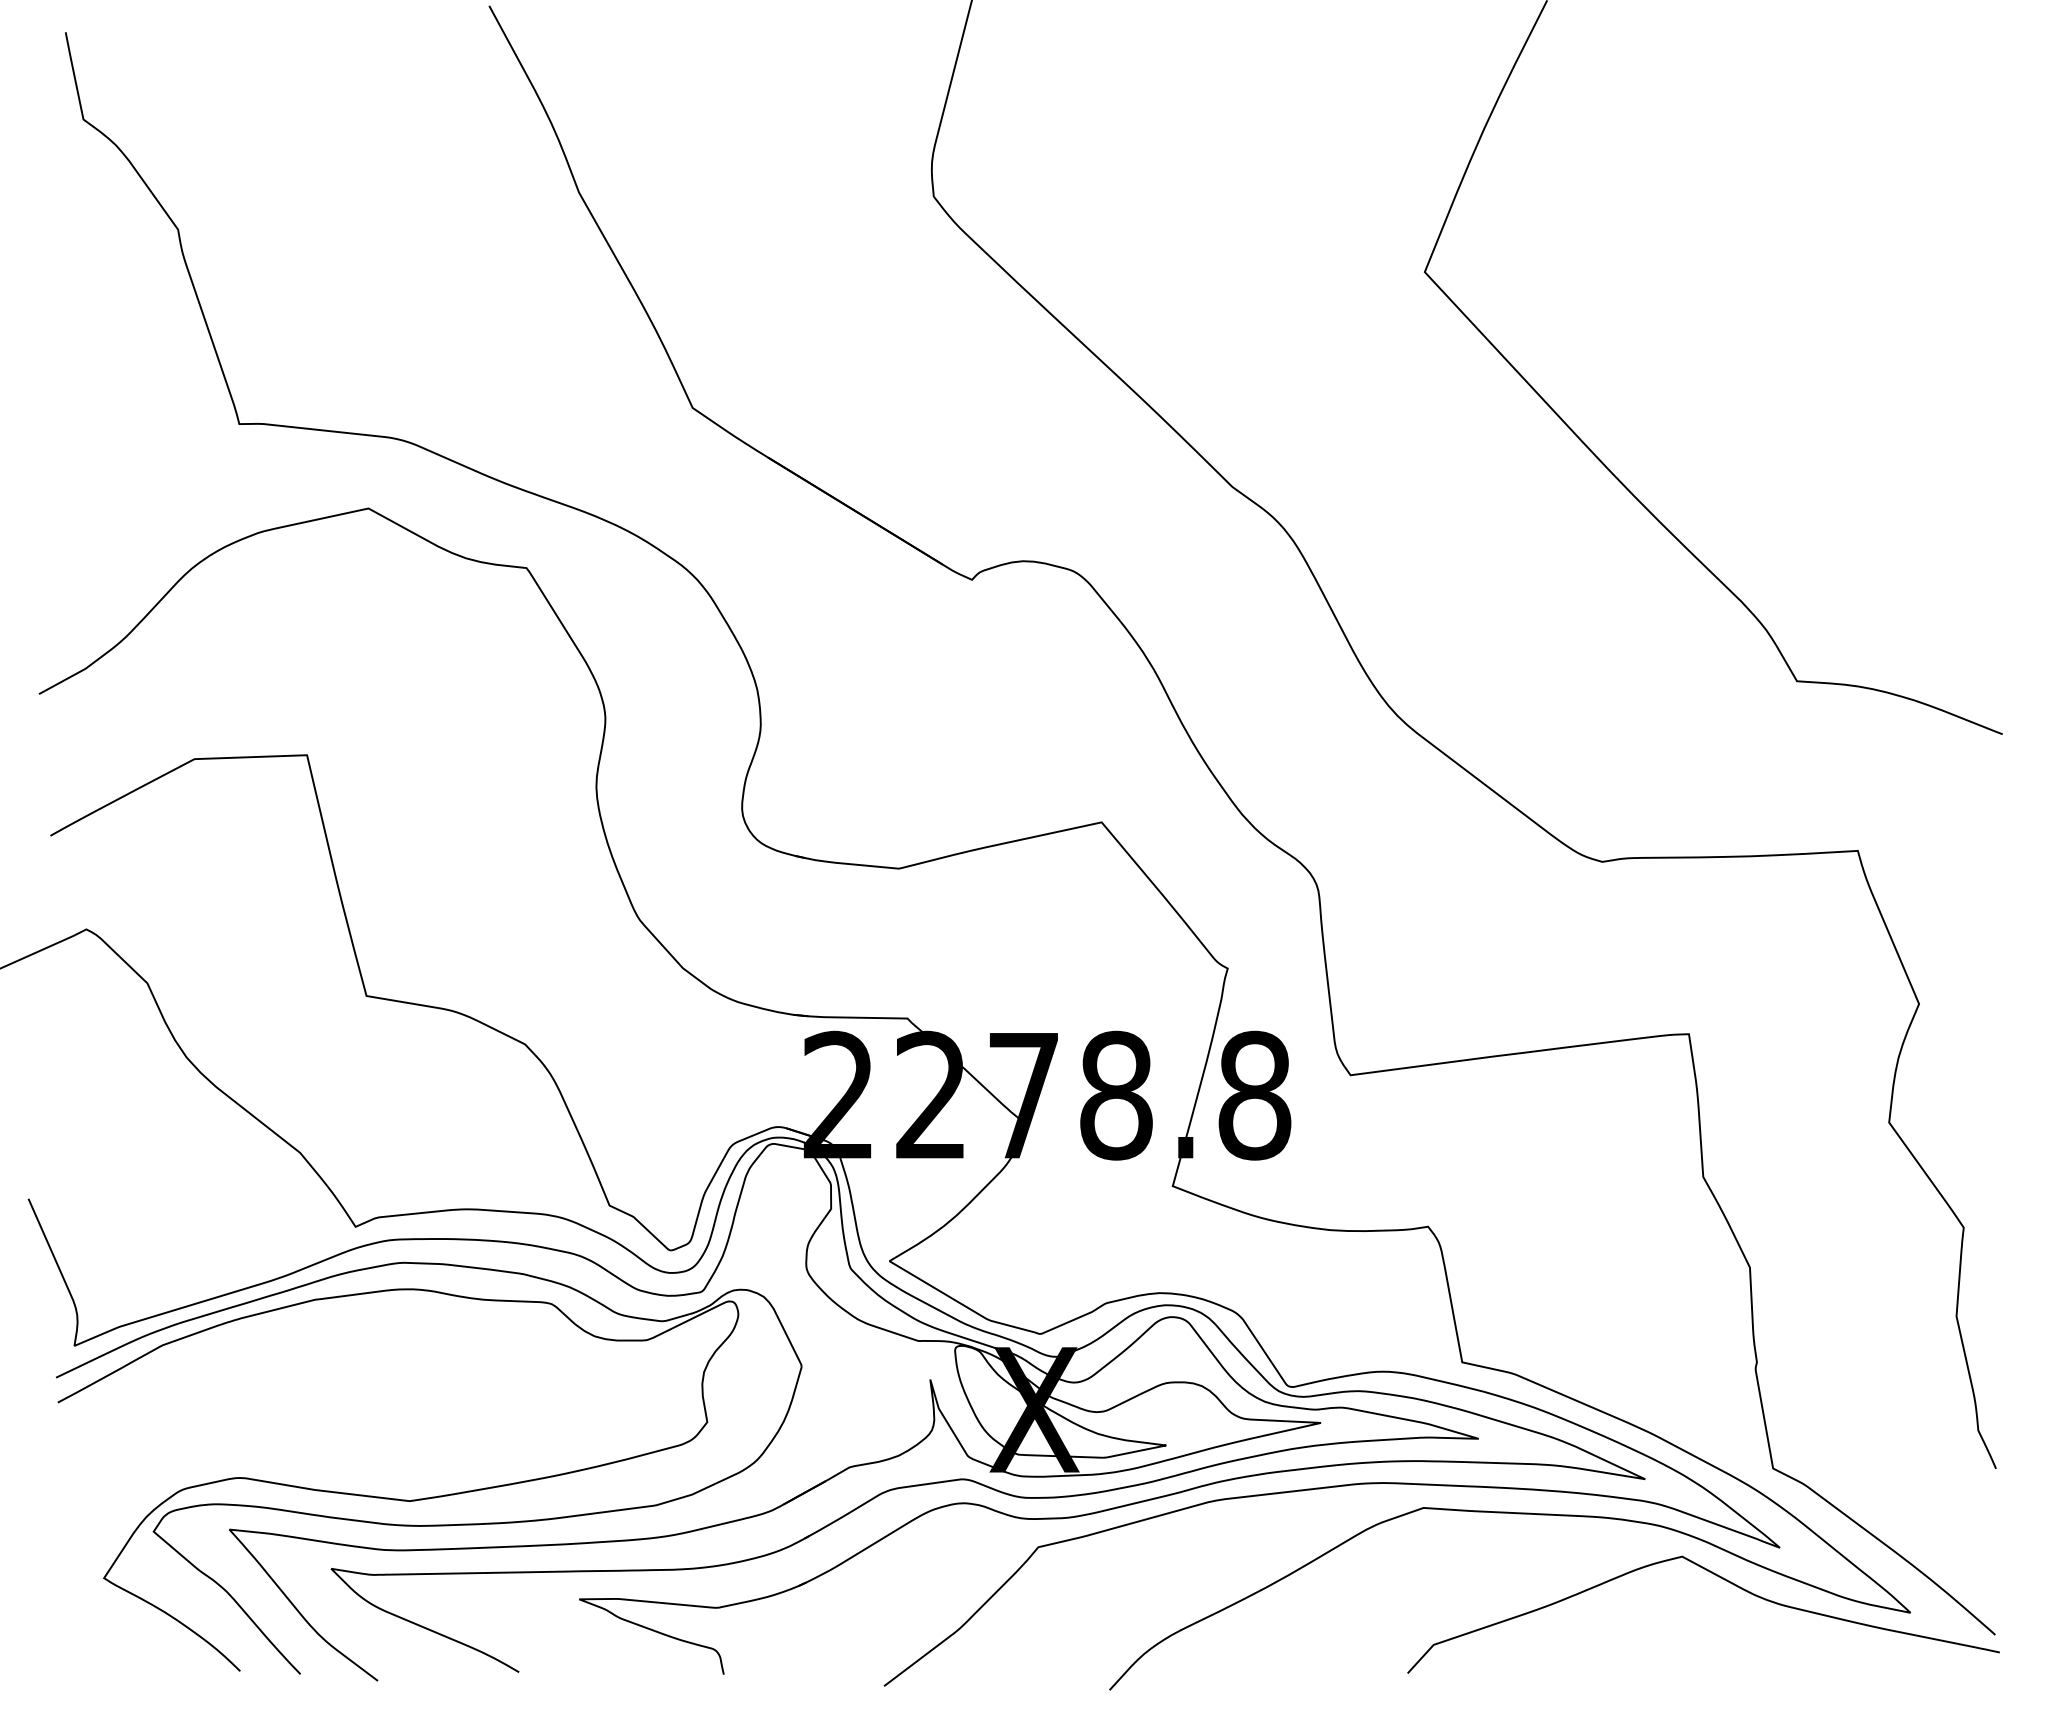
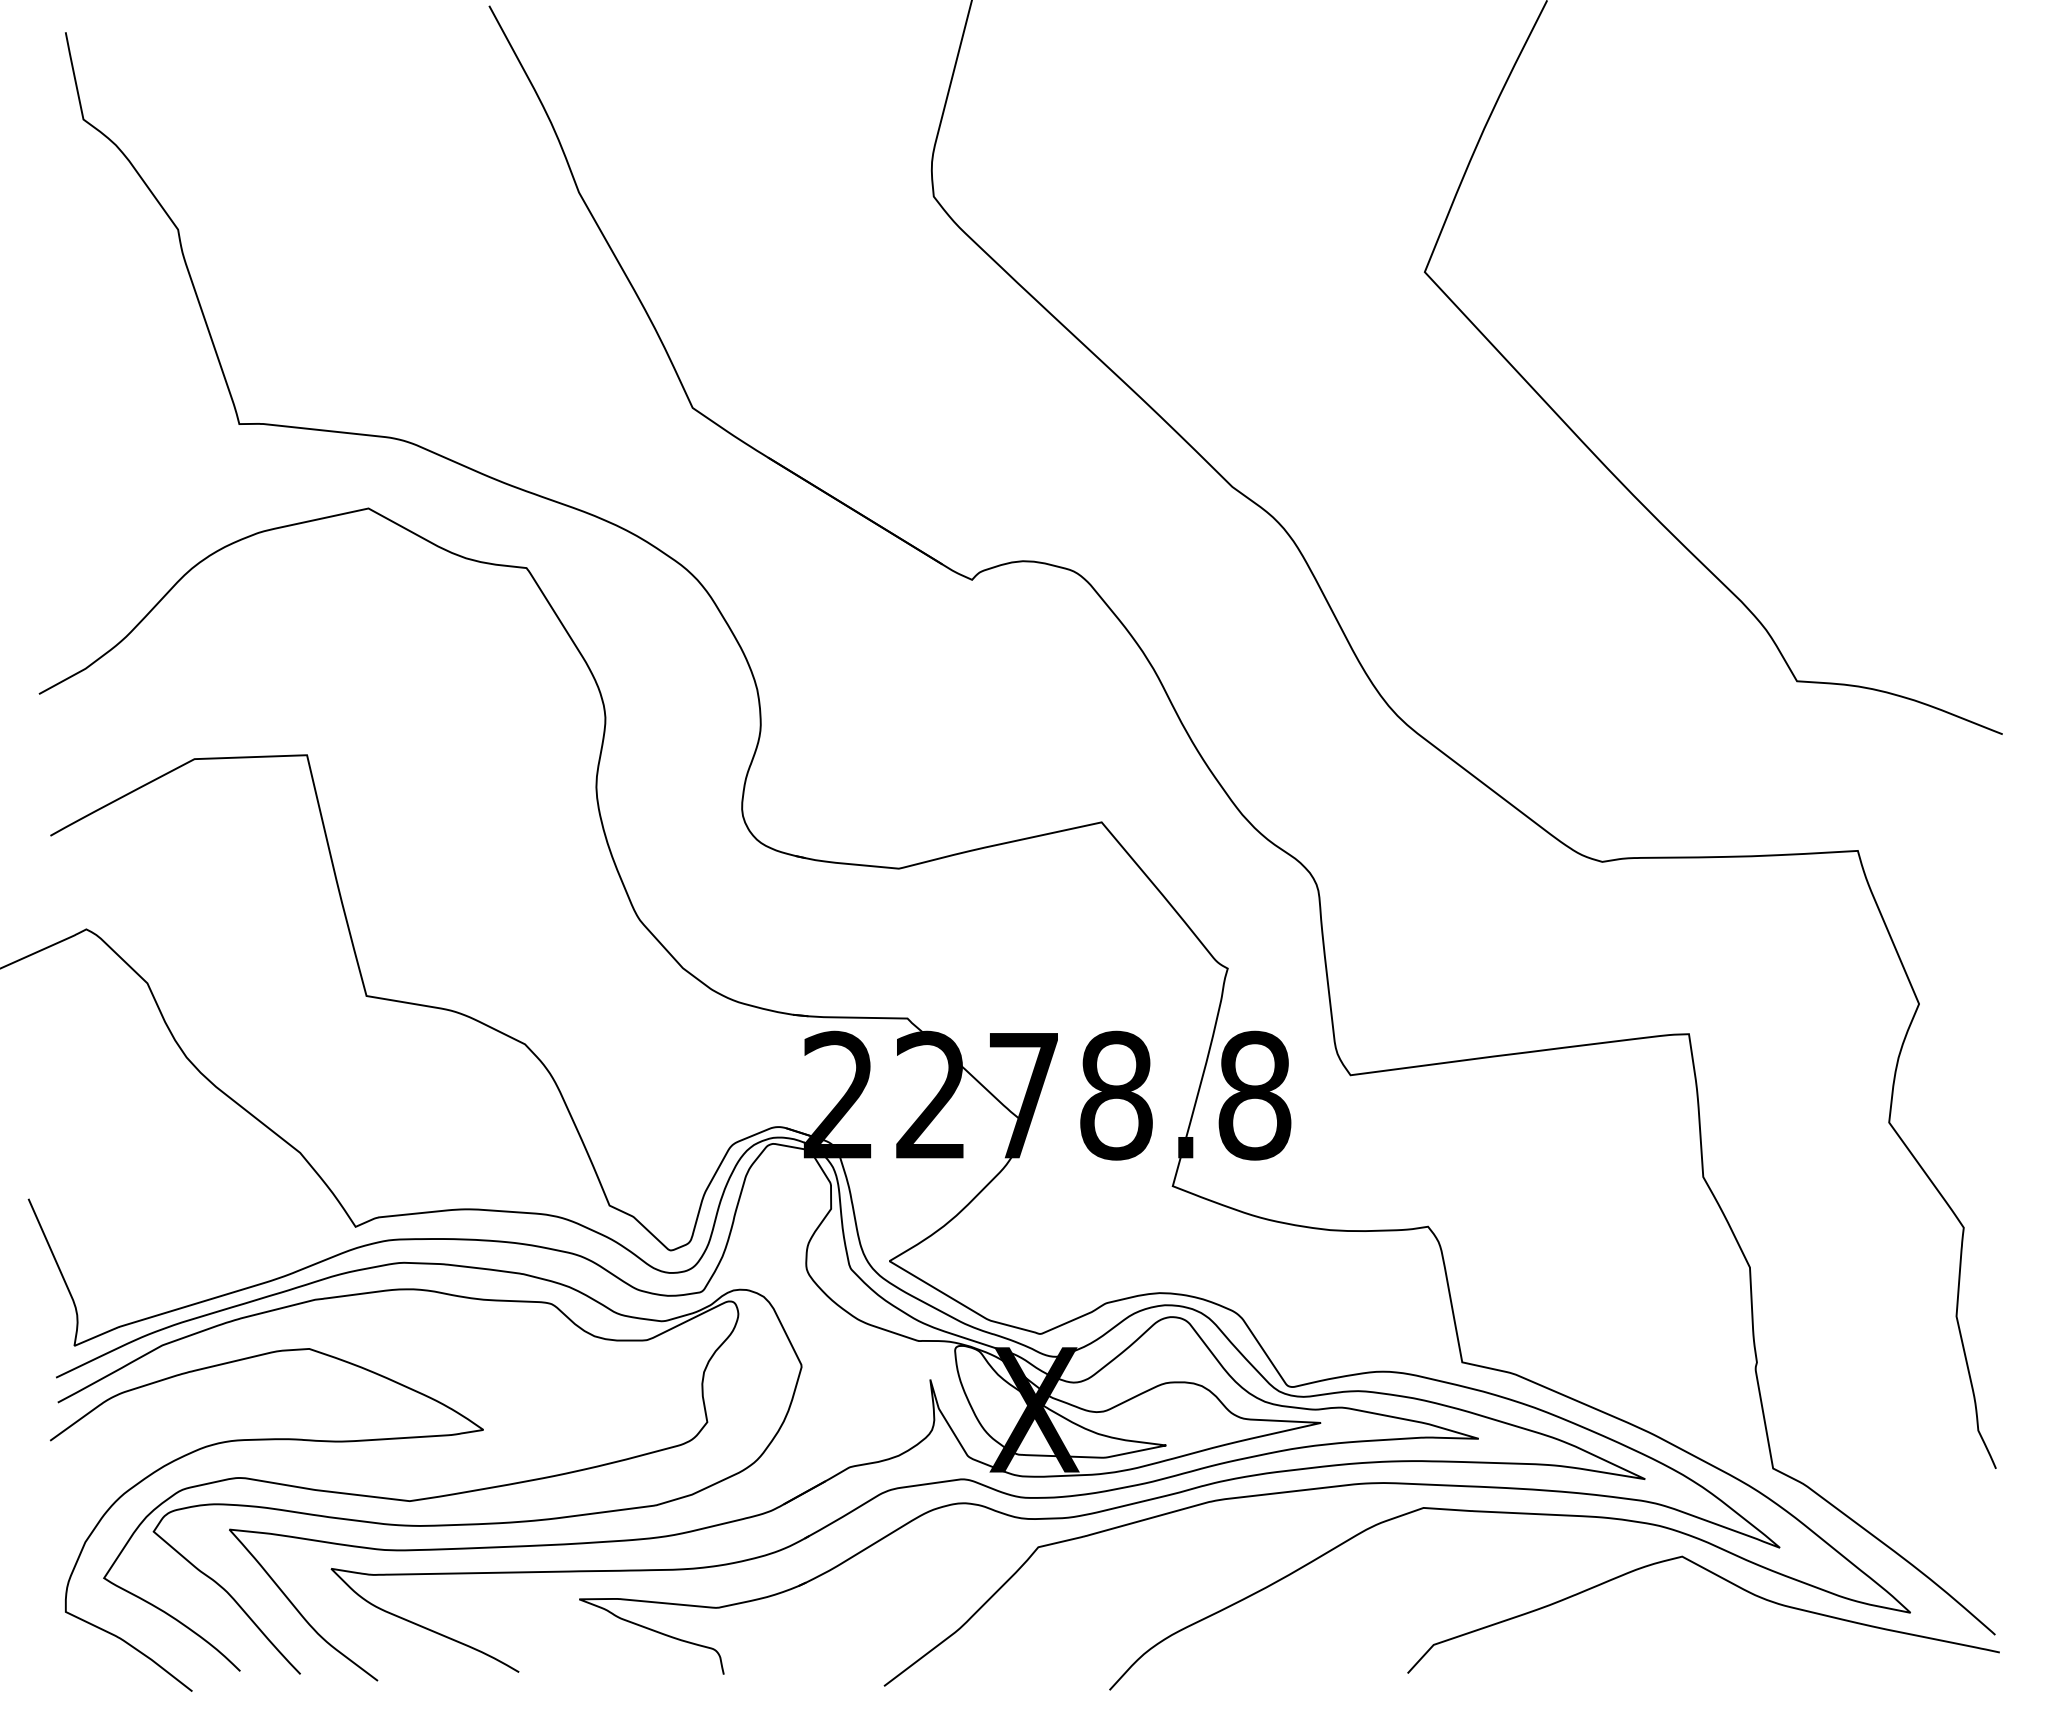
curve at (266, 1440): none -> present
